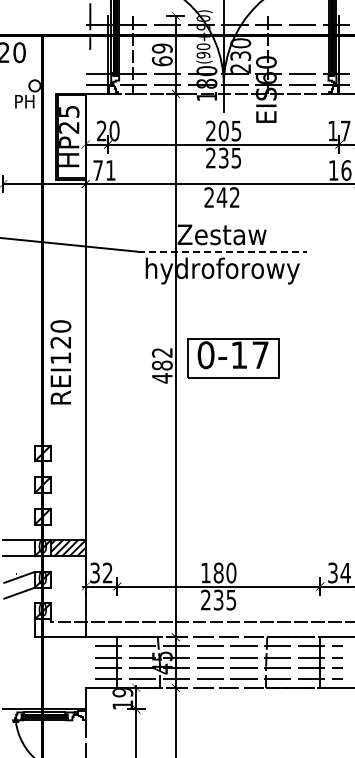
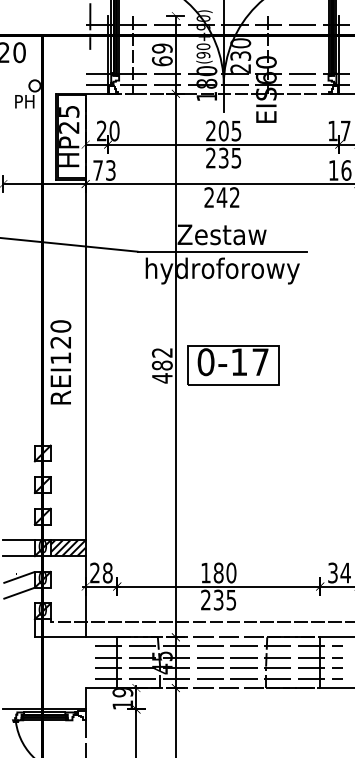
text at (110, 170): 71 -> 73
line at (222, 251): dashed -> solid
part at (233, 358) position: (233, 358) -> (233, 365)
text at (101, 572): 32 -> 28
